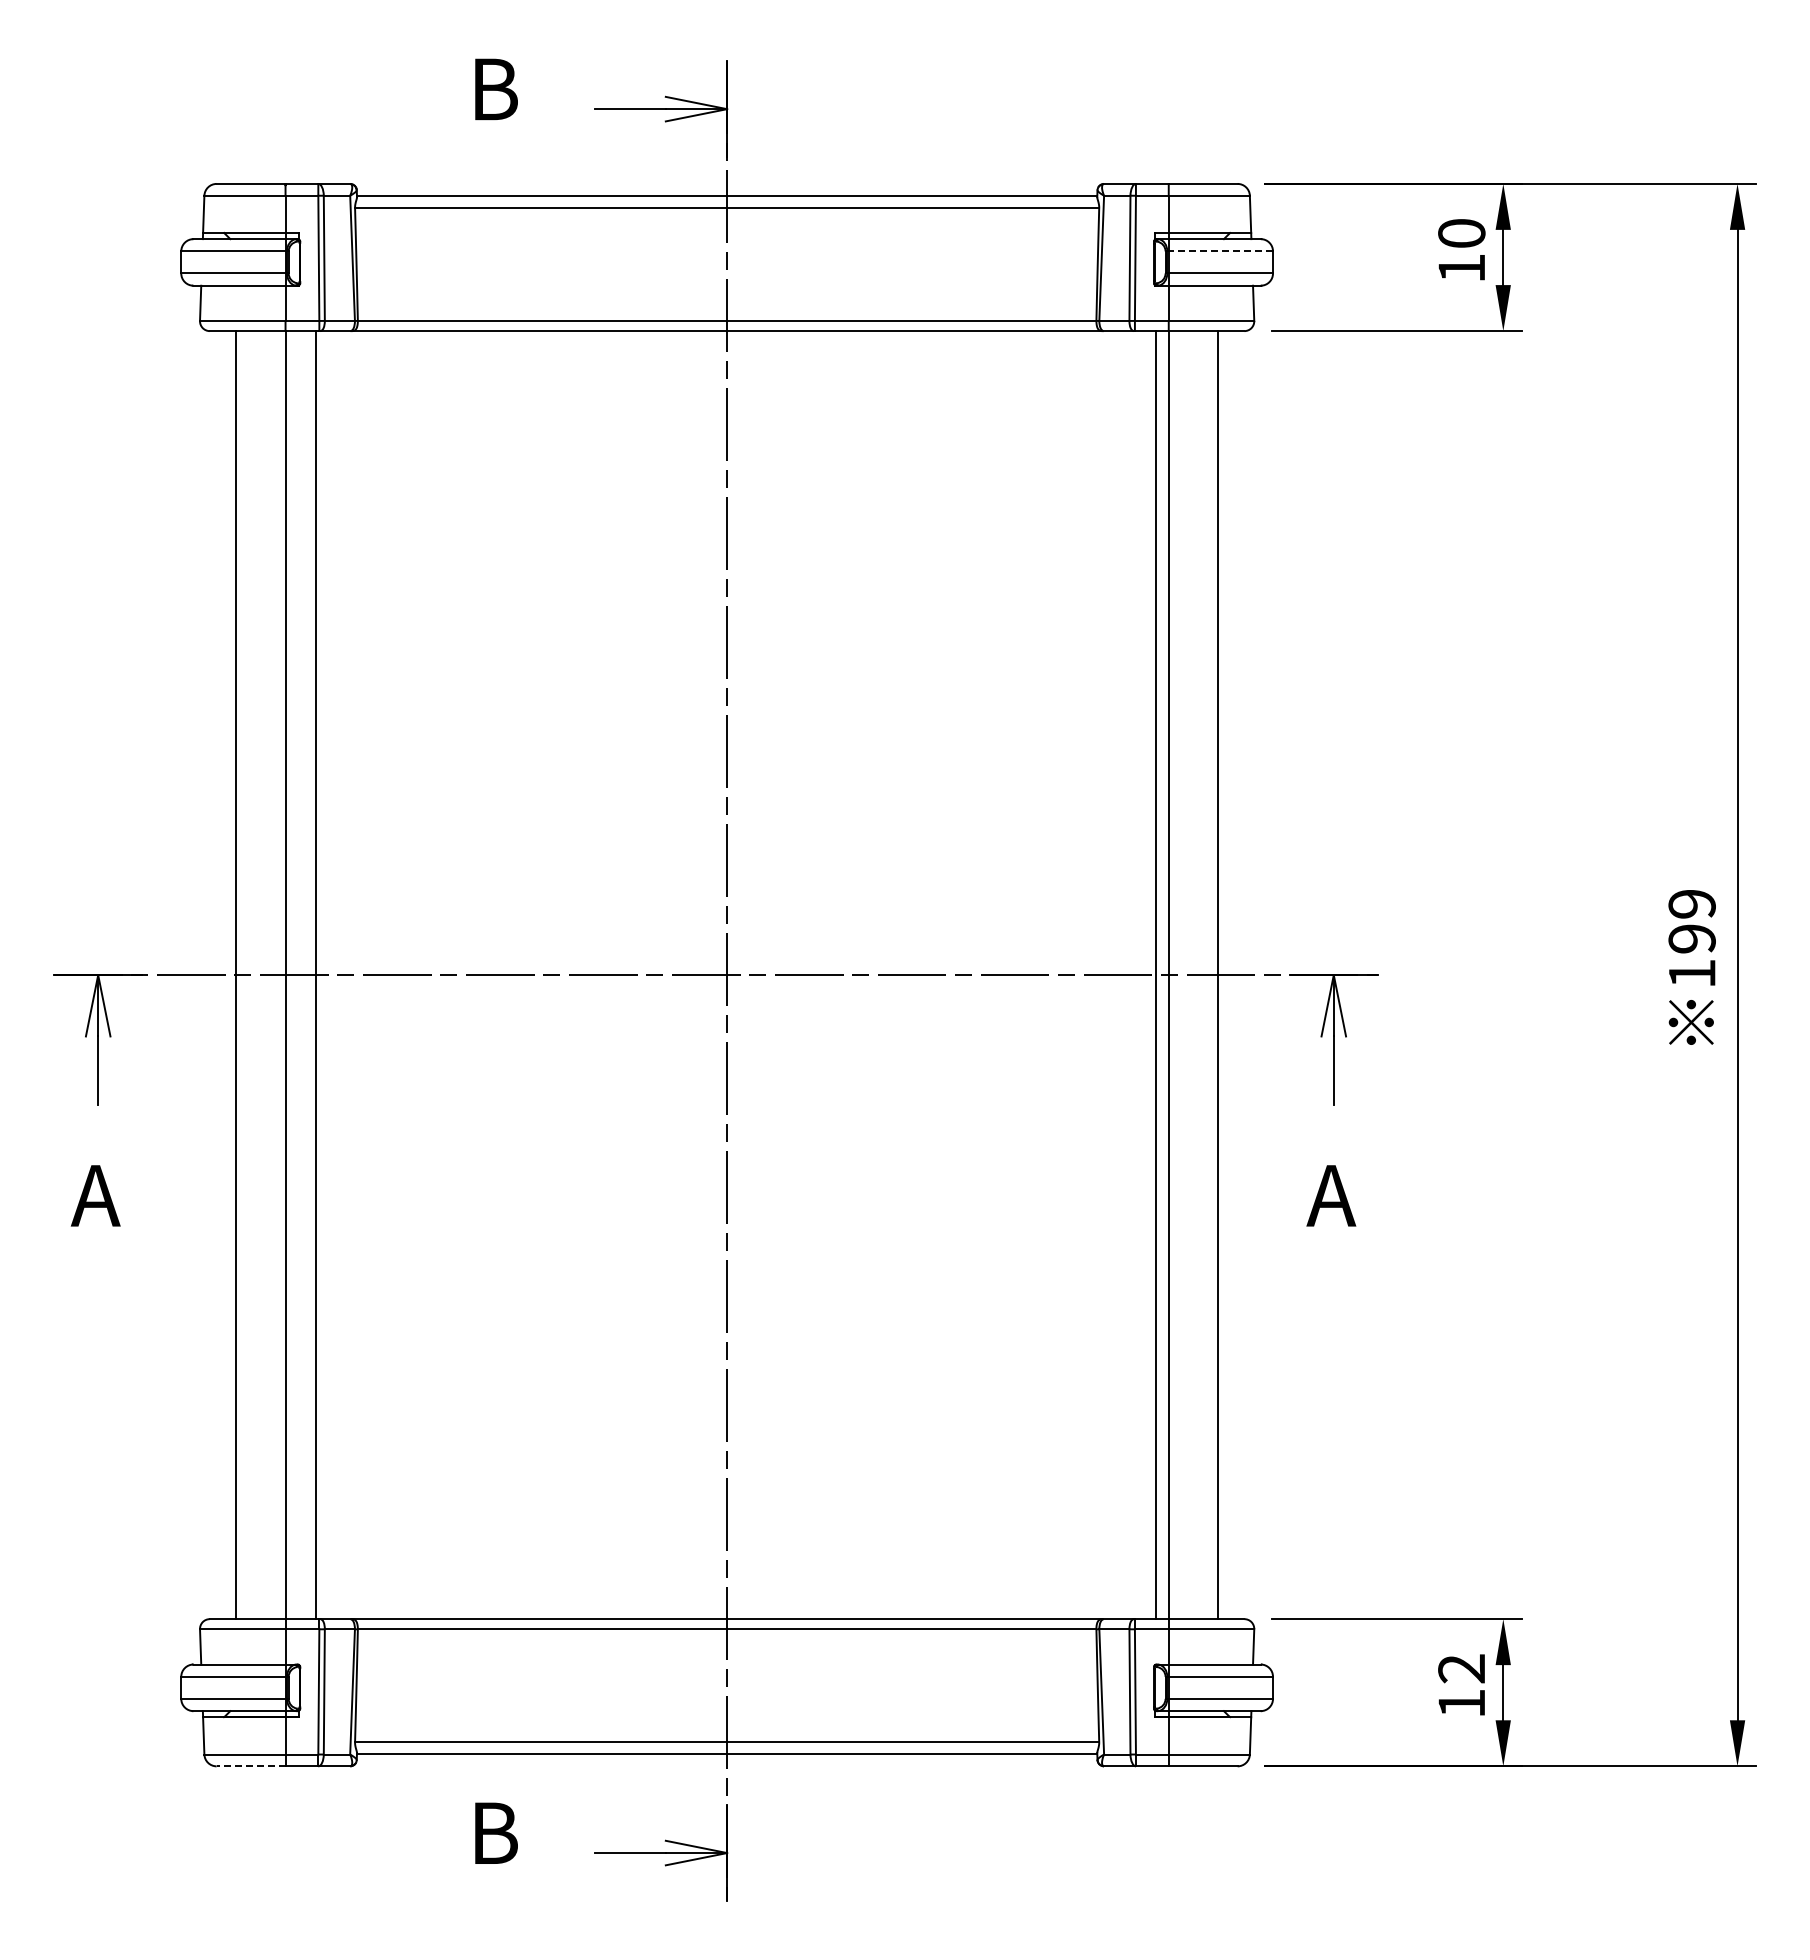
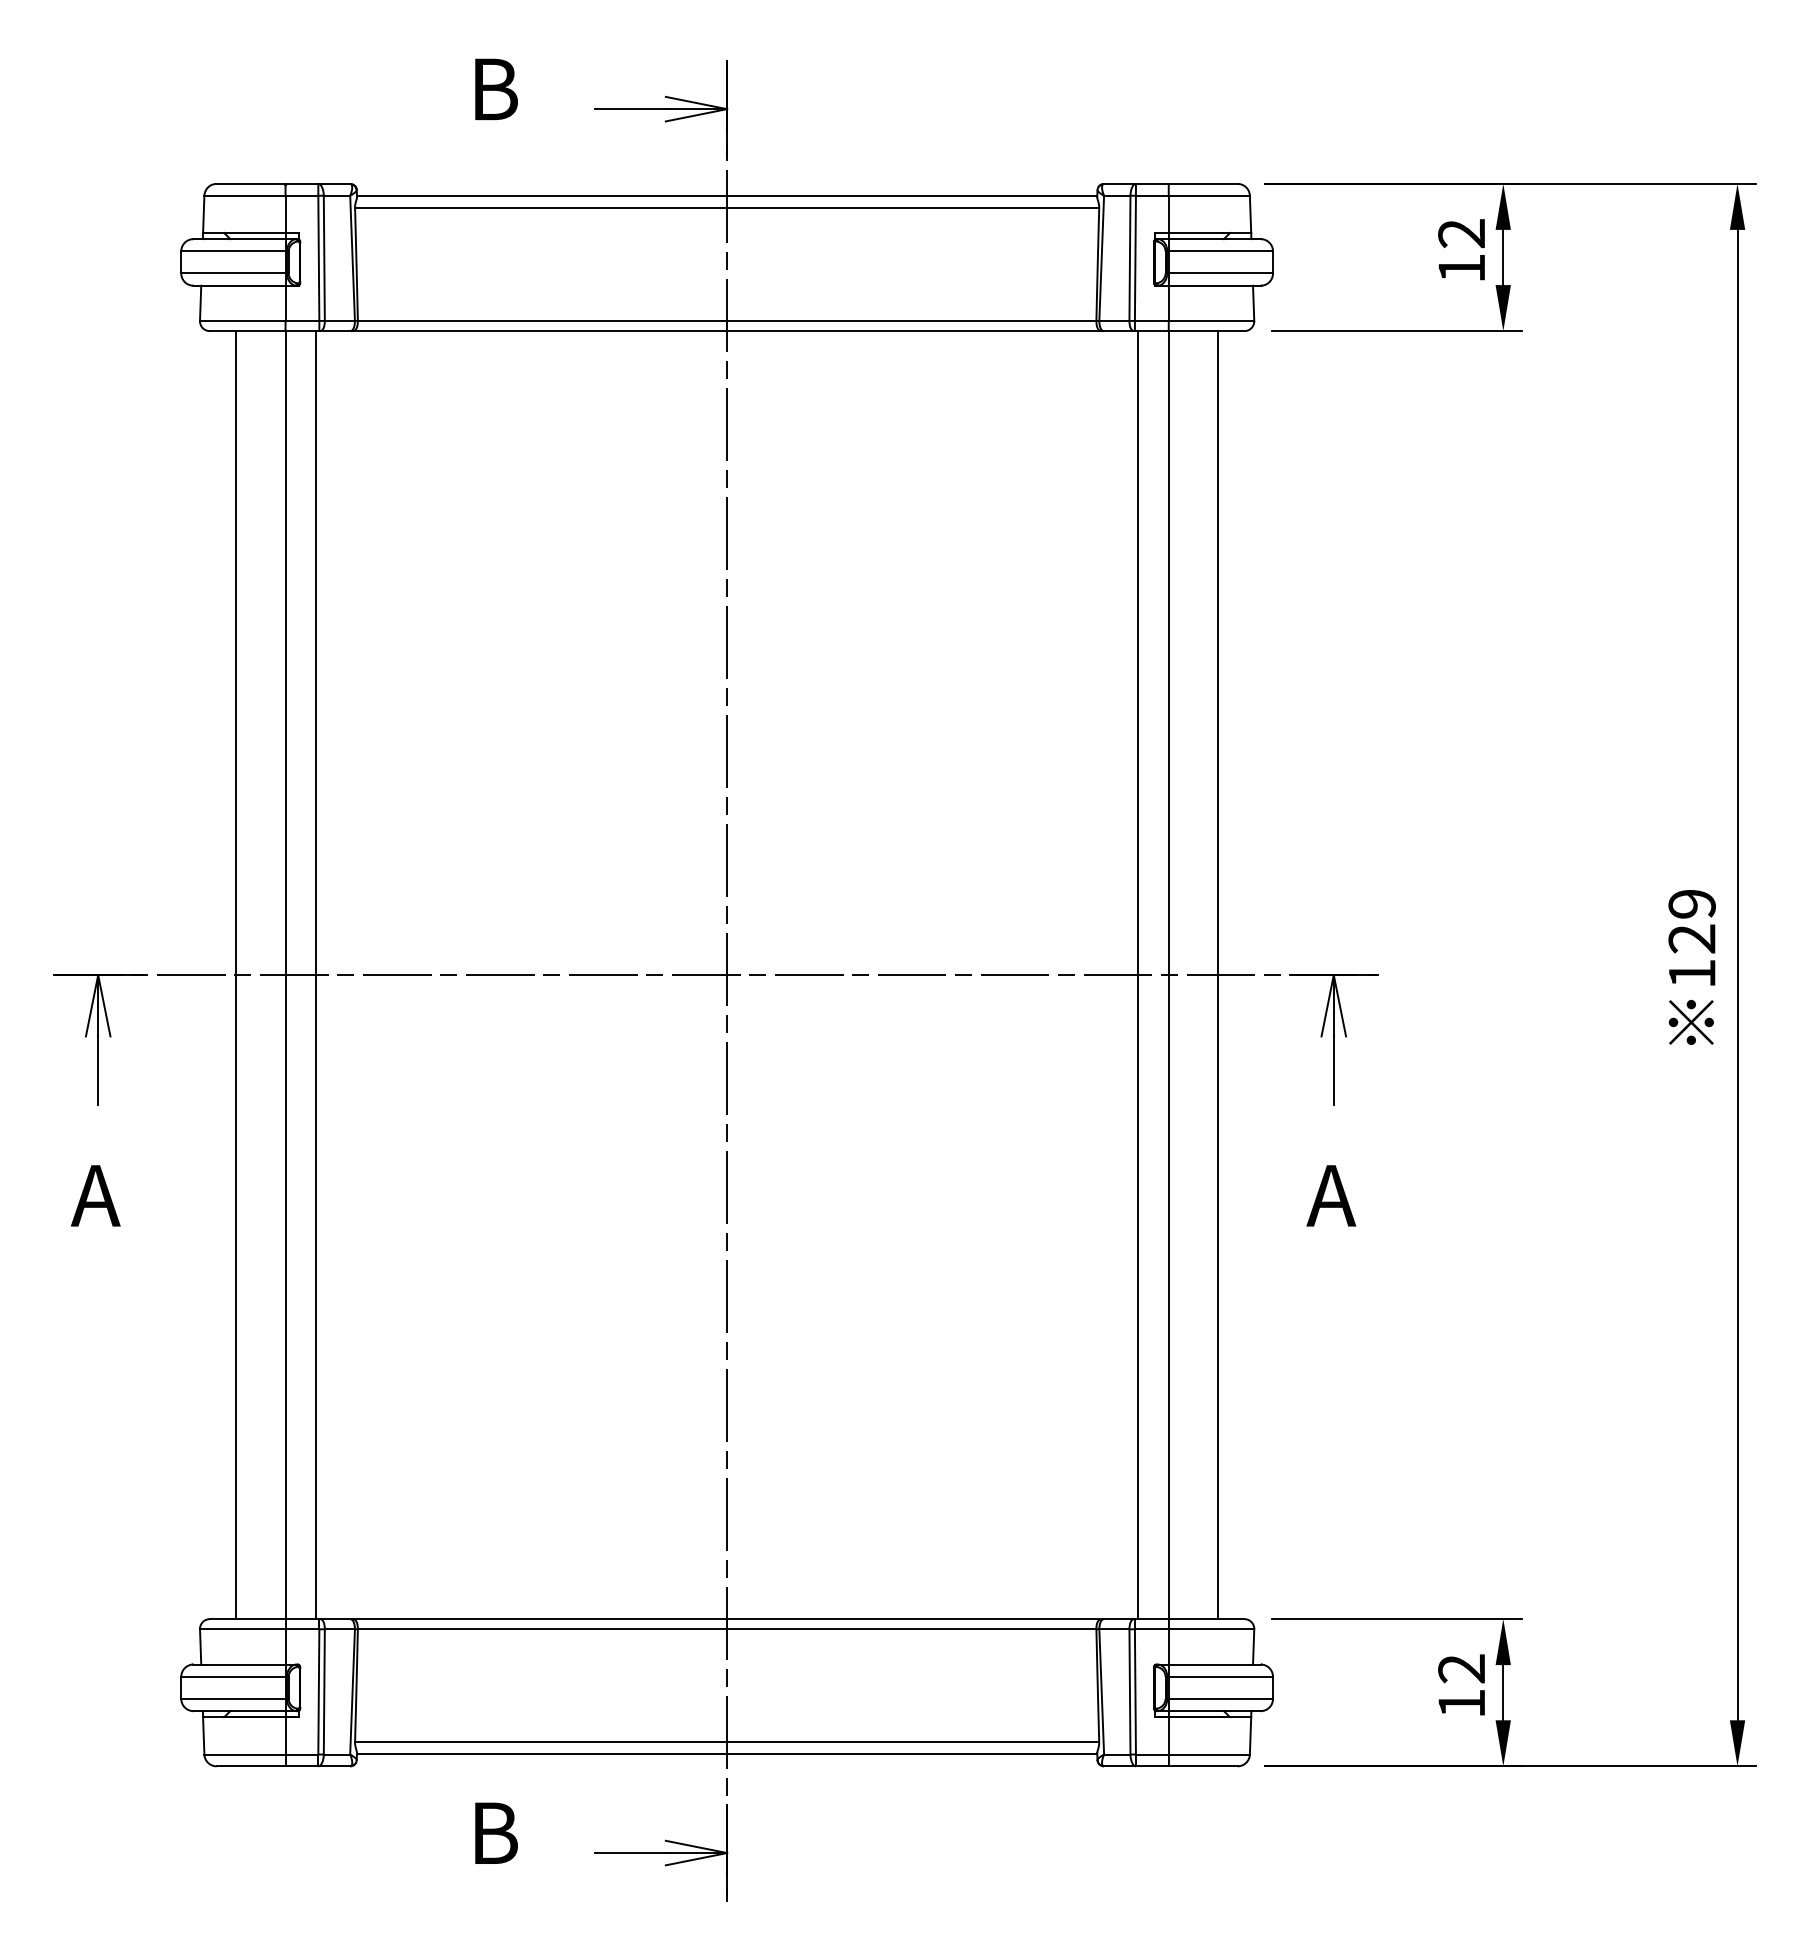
text at (1461, 233): 10 -> 12
line at (1220, 251): dashed -> solid
text at (1691, 938): 199 -> 129
line at (1156, 975) position: (1156, 975) -> (1138, 975)
line at (250, 1766): dashed -> solid
